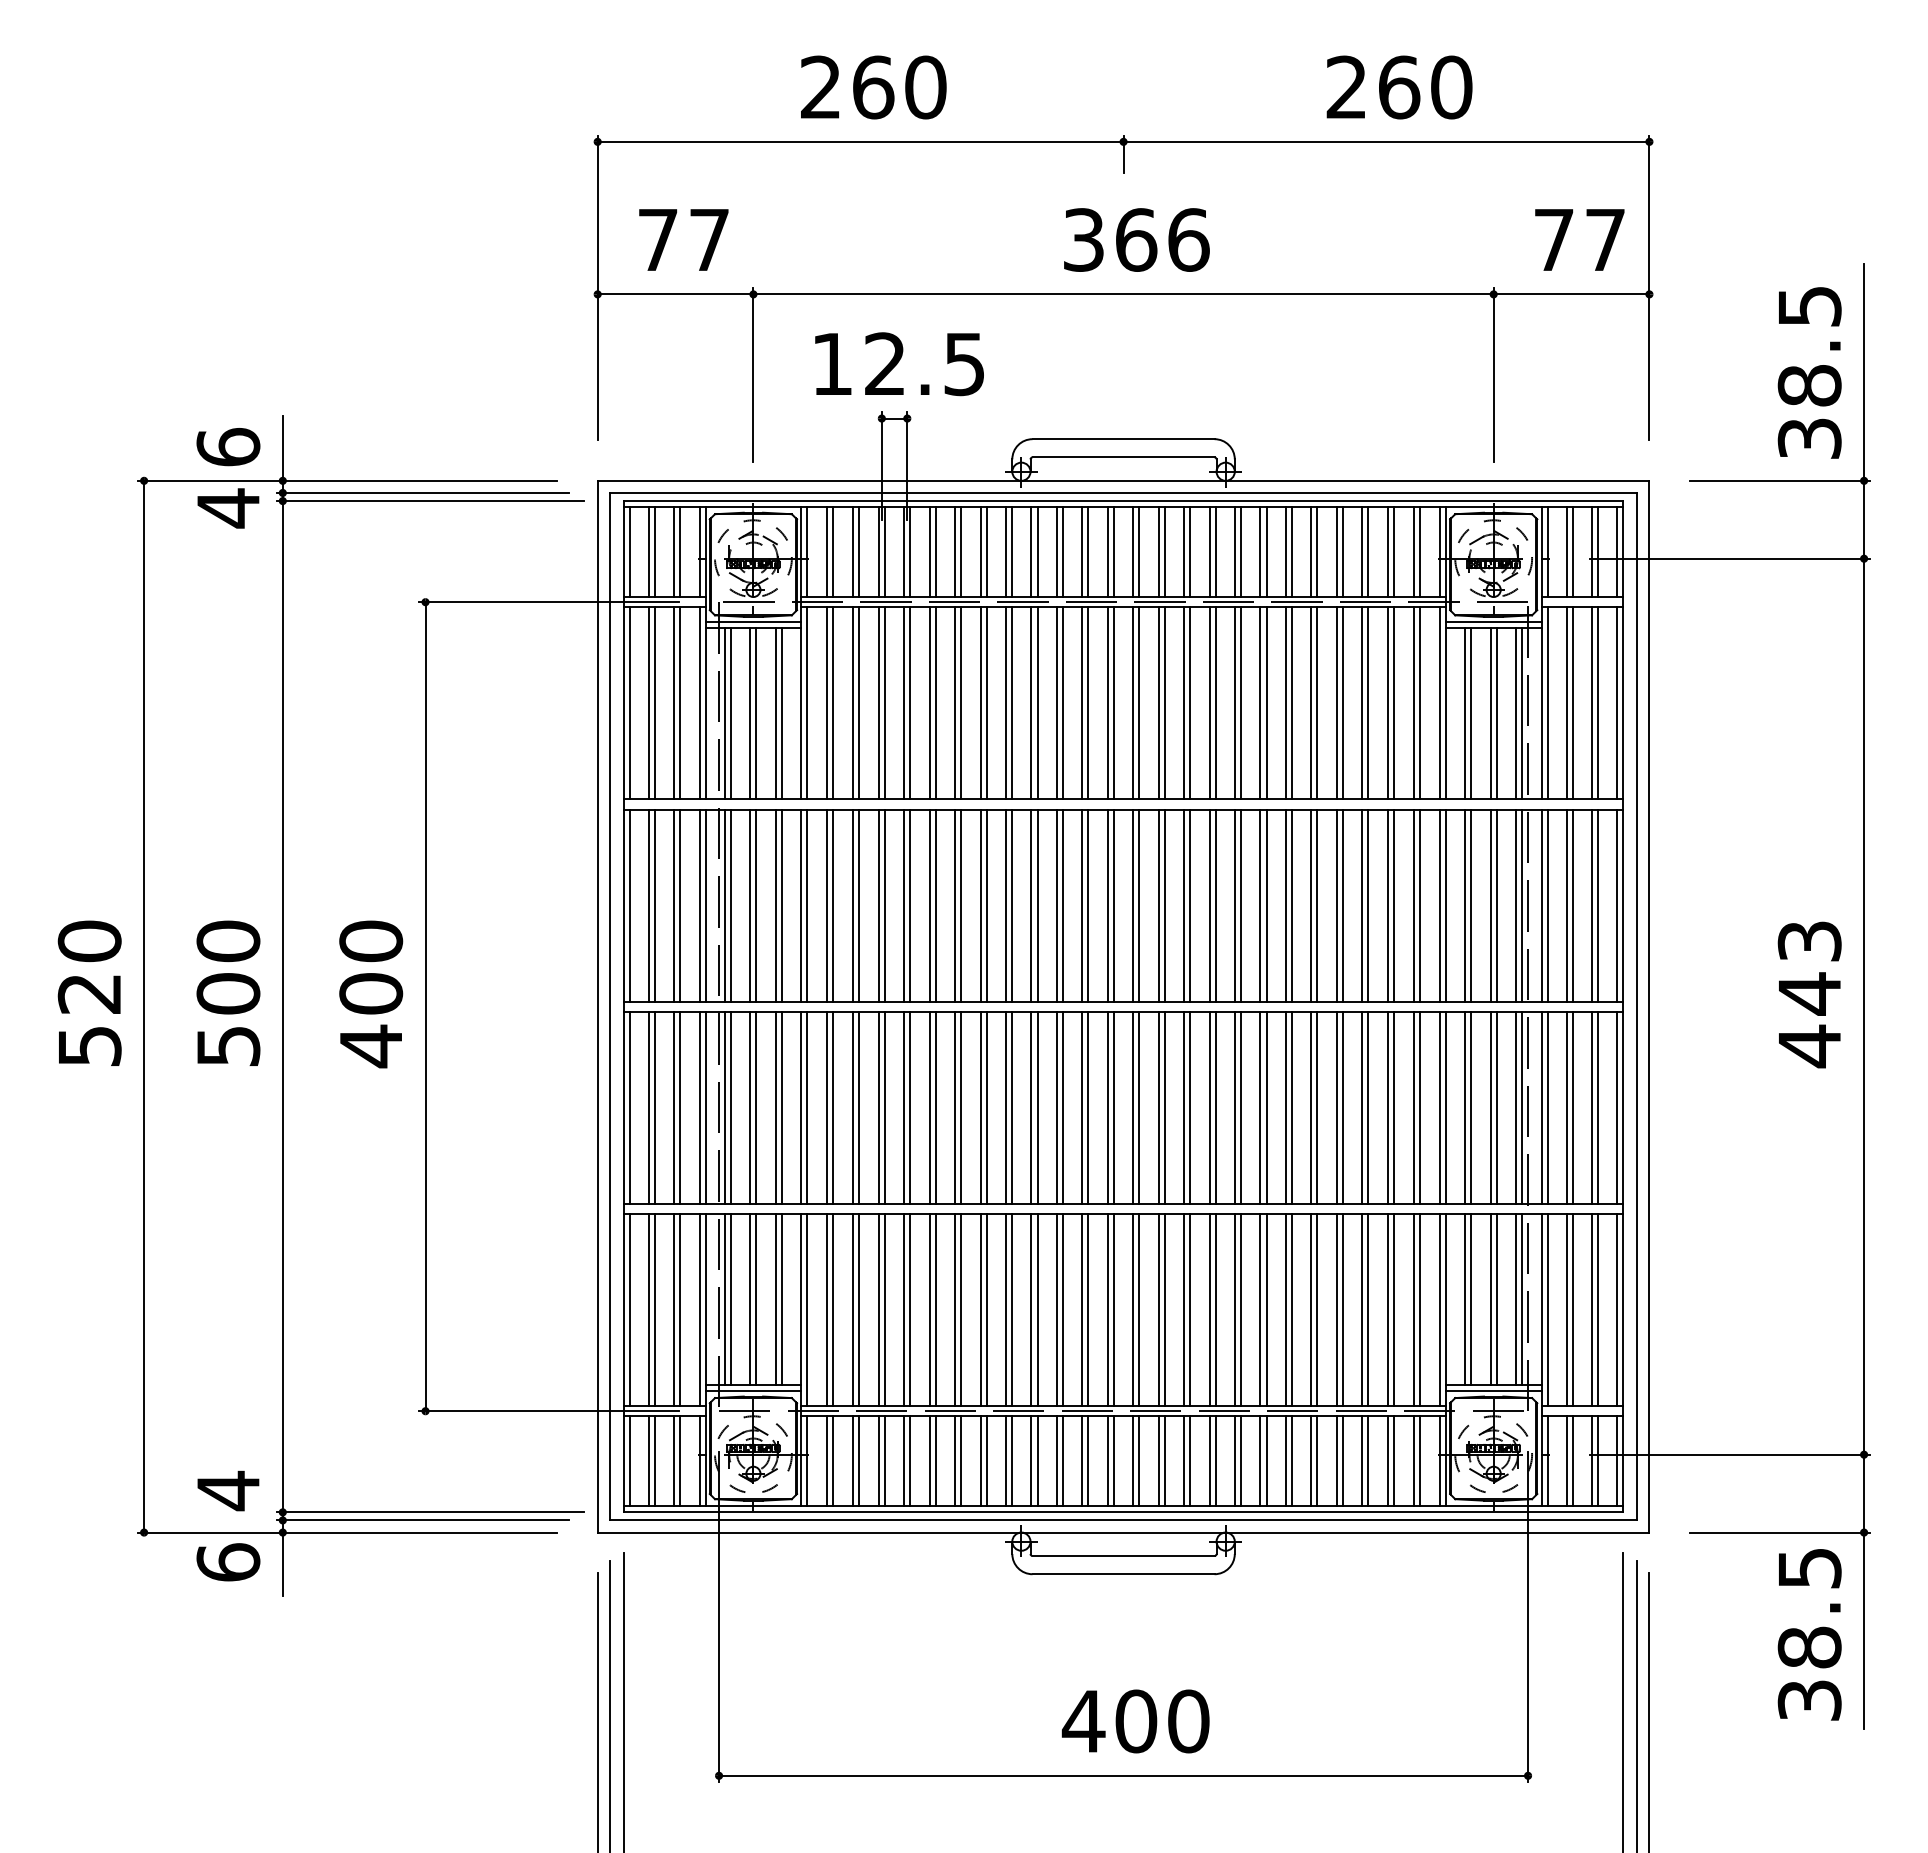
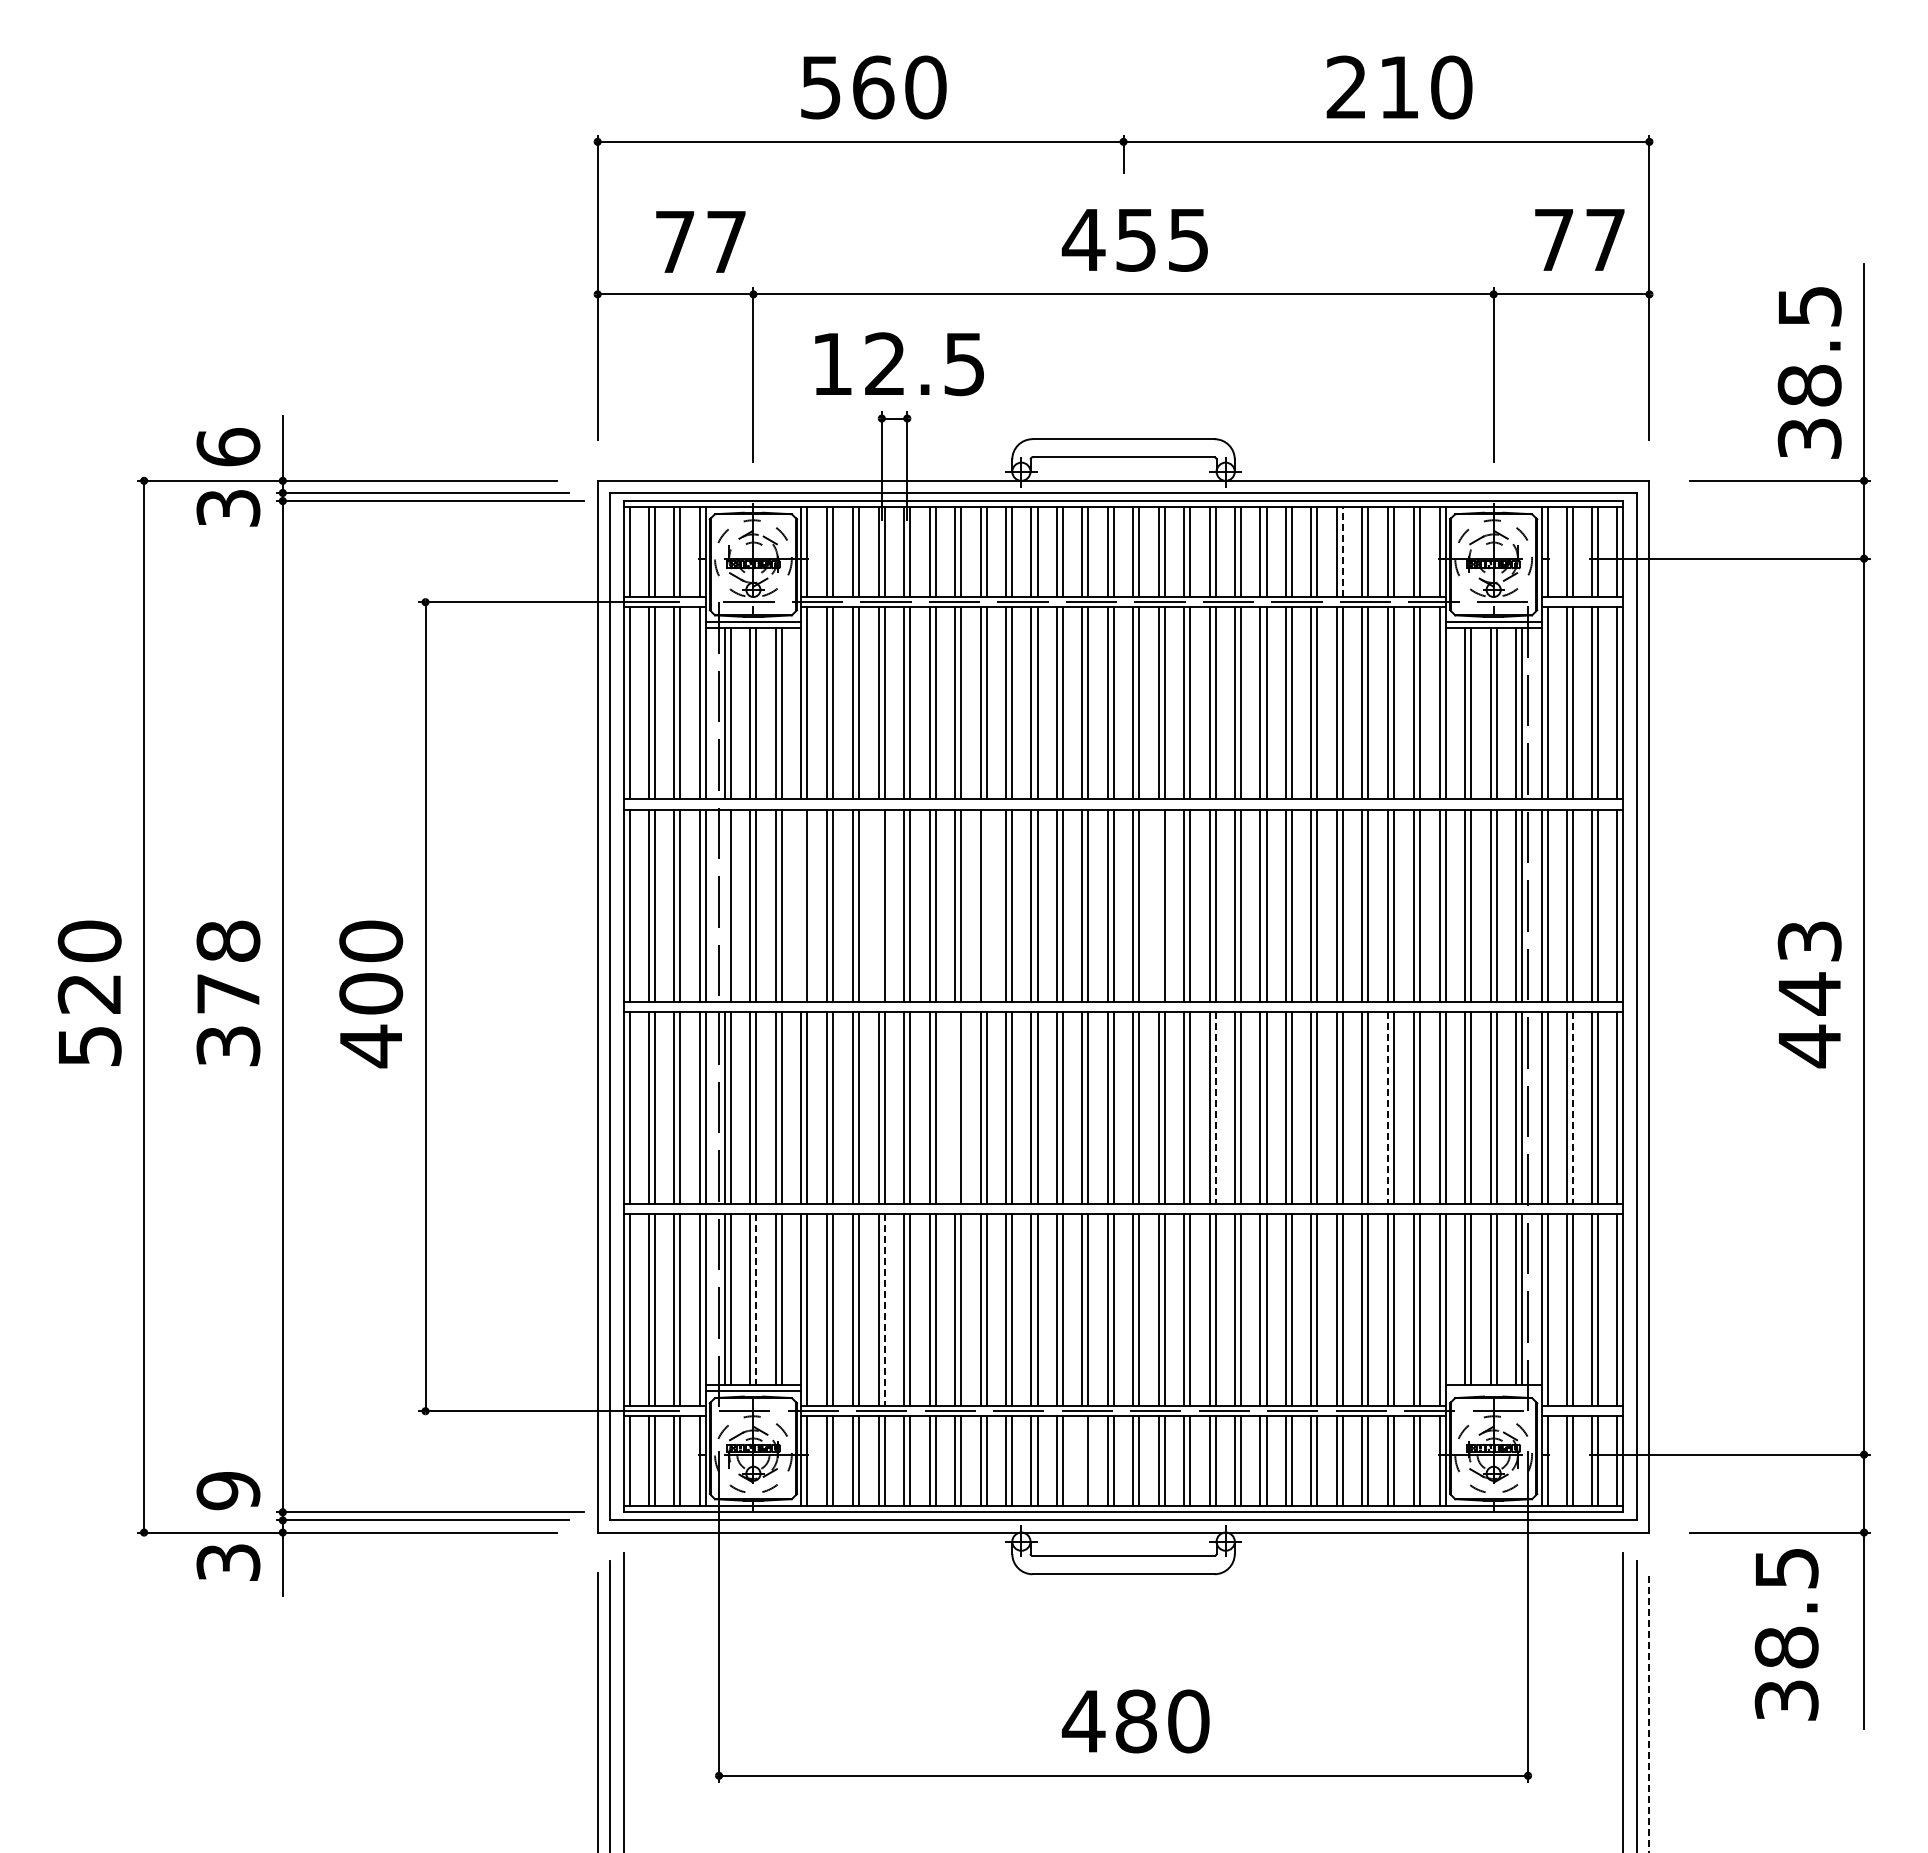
text at (820, 87): 260 -> 560
text at (1399, 87): 260 -> 210
text at (683, 239) position: (683, 239) -> (700, 241)
text at (1135, 239): 366 -> 455
text at (228, 508): 4 -> 3
line at (1342, 551): solid -> dashed
line at (724, 905): present -> none
line at (801, 905): present -> none
line at (878, 905): present -> none
line at (986, 905): present -> none
line at (1158, 905): present -> none
text at (228, 992): 500 -> 378
line at (955, 1107): present -> none
line at (1215, 1108): solid -> dashed
line at (1387, 1108): solid -> dashed
line at (1573, 1108): solid -> dashed
line at (756, 1299): solid -> dashed
line at (884, 1310): solid -> dashed
line at (1493, 1390): present -> none
line at (1082, 1461): present -> none
text at (228, 1490): 4 -> 9
text at (228, 1562): 6 -> 3
text at (1809, 1634) position: (1809, 1634) -> (1786, 1634)
line at (1649, 1712): solid -> dashed
text at (1136, 1721): 400 -> 480
